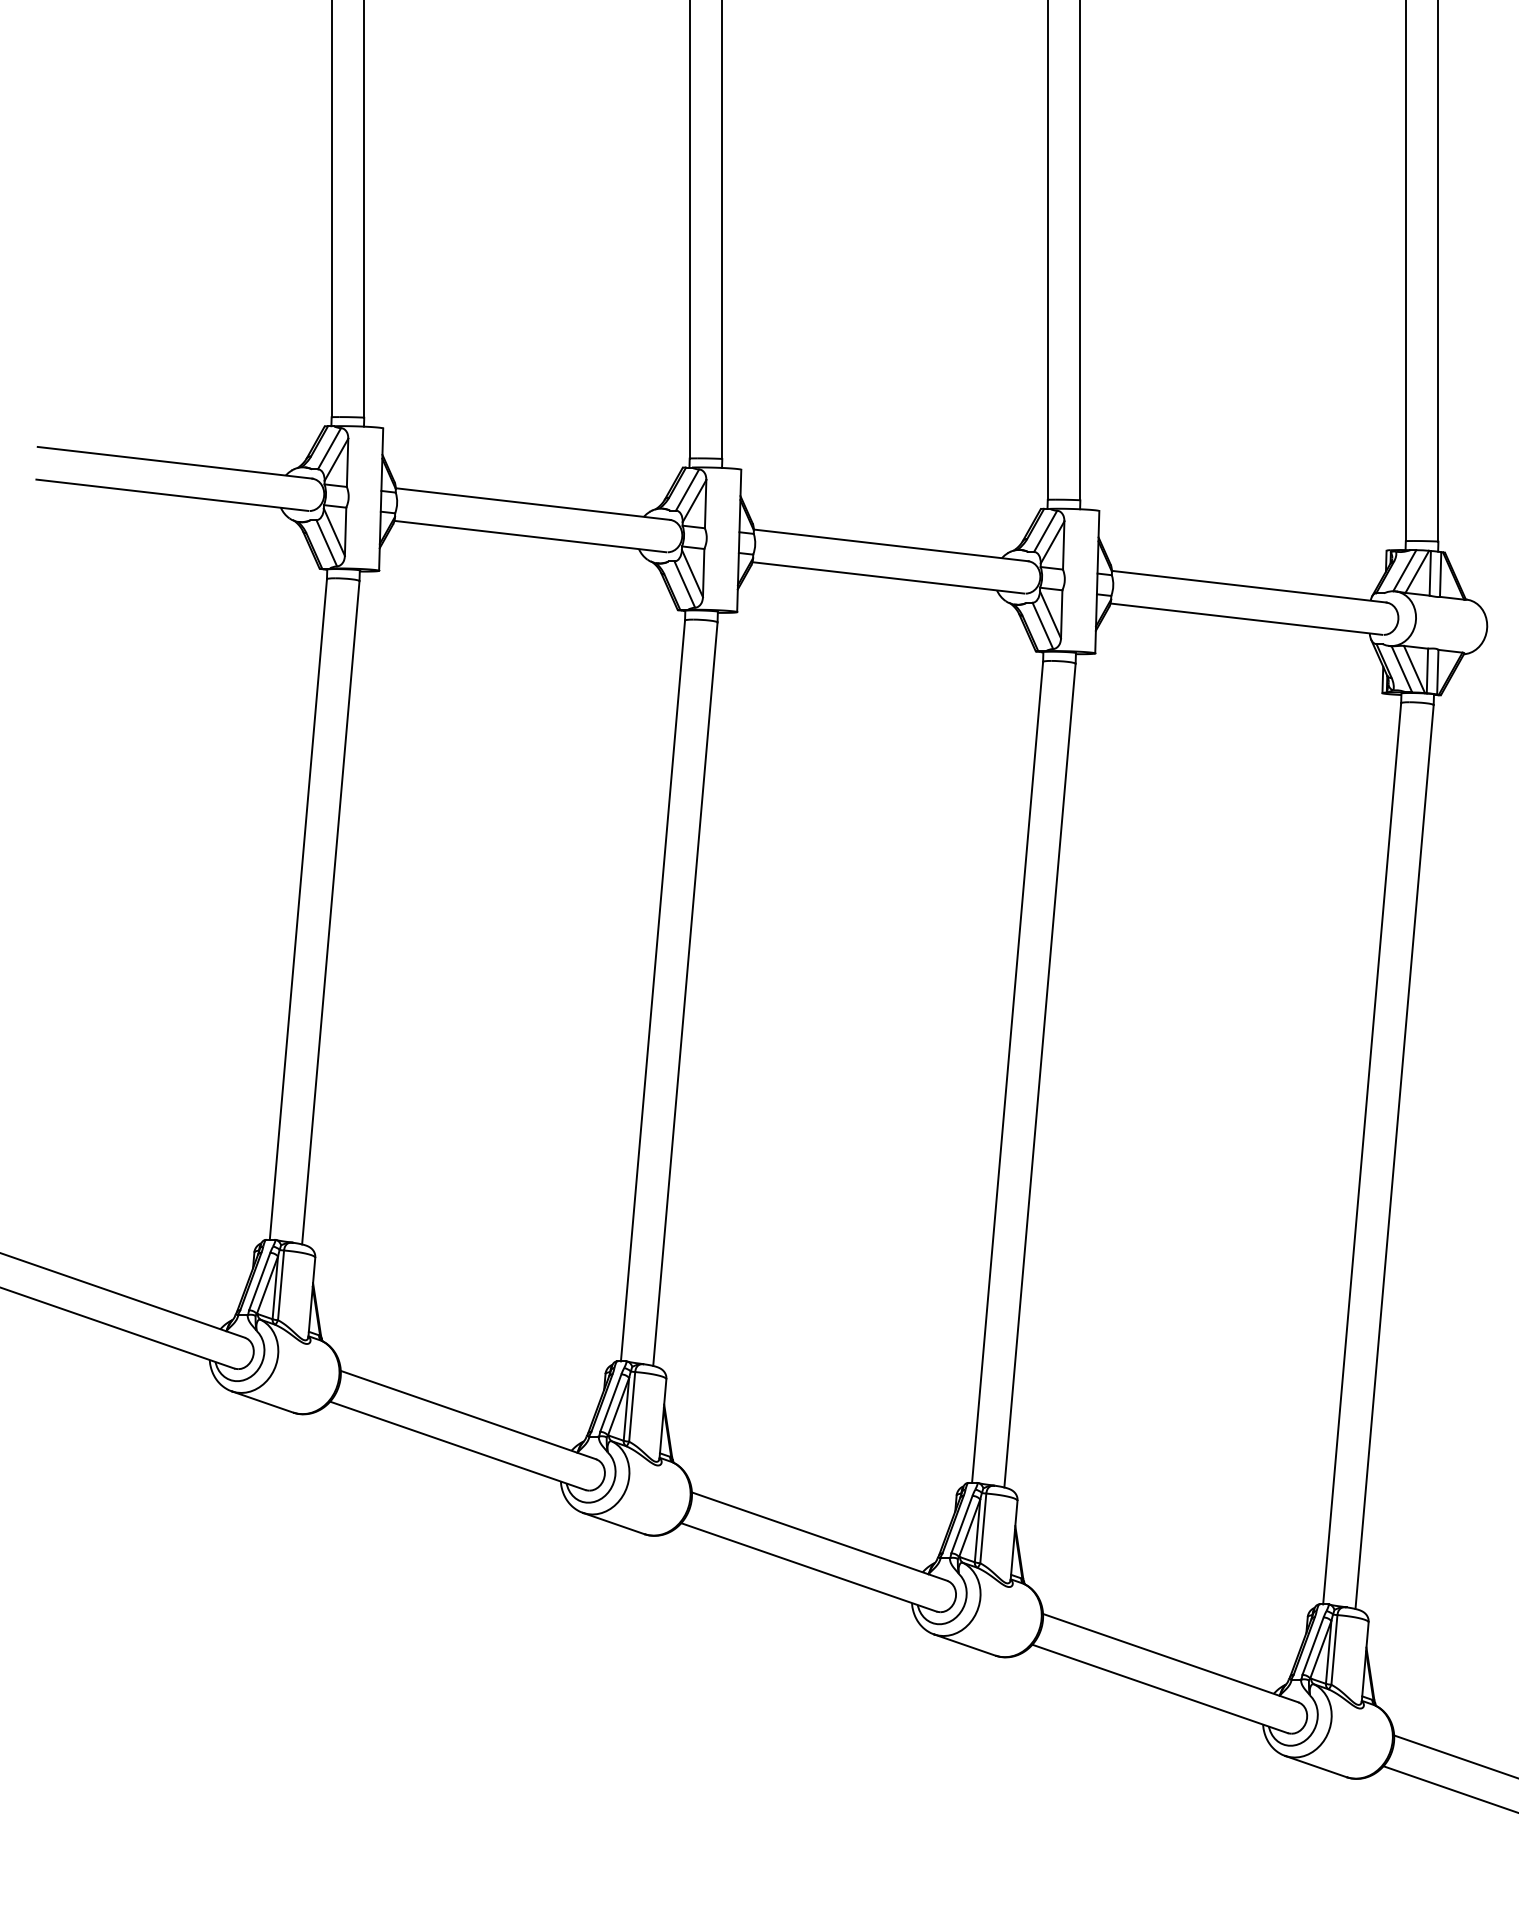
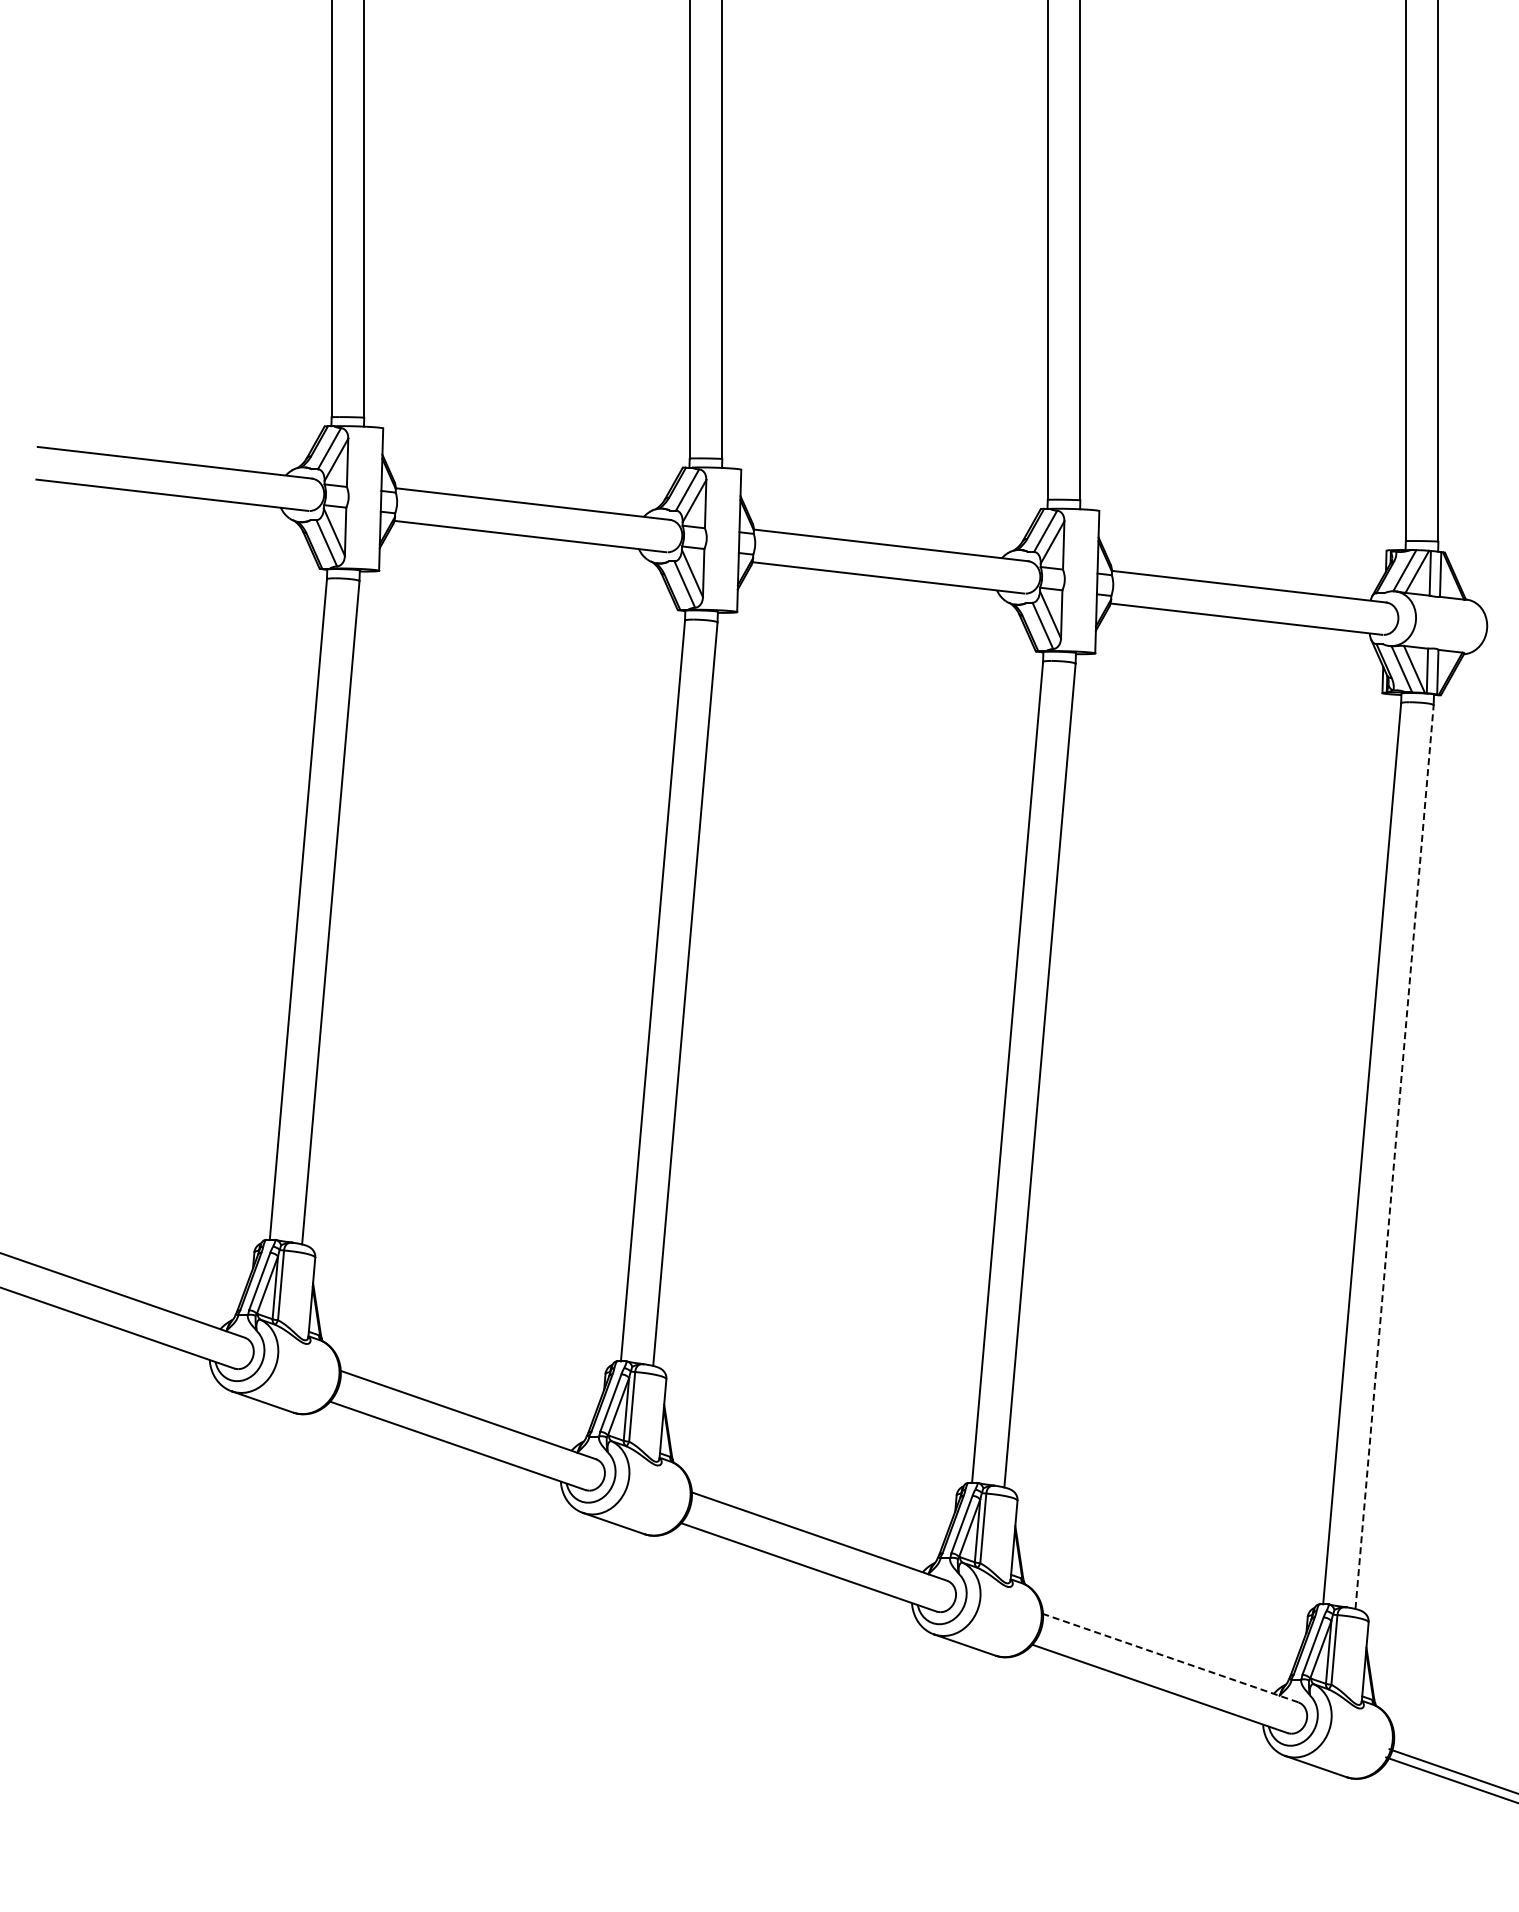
line at (1394, 1157): solid -> dashed
line at (1170, 1657): solid -> dashed
line at (1454, 1756) position: (1454, 1756) -> (1450, 1779)
line at (1449, 1789) position: (1449, 1789) -> (1452, 1770)
